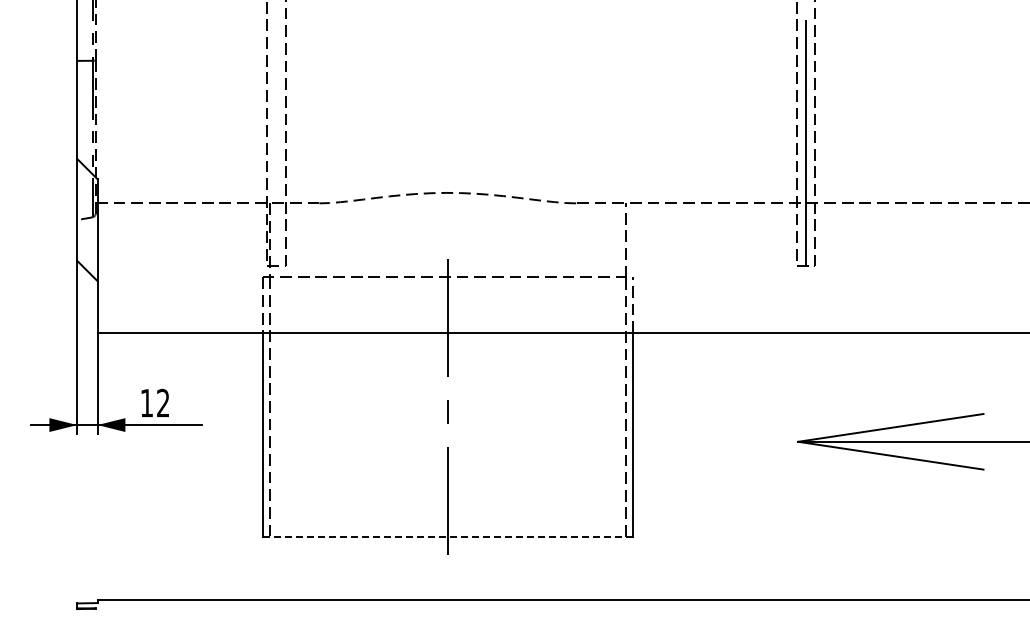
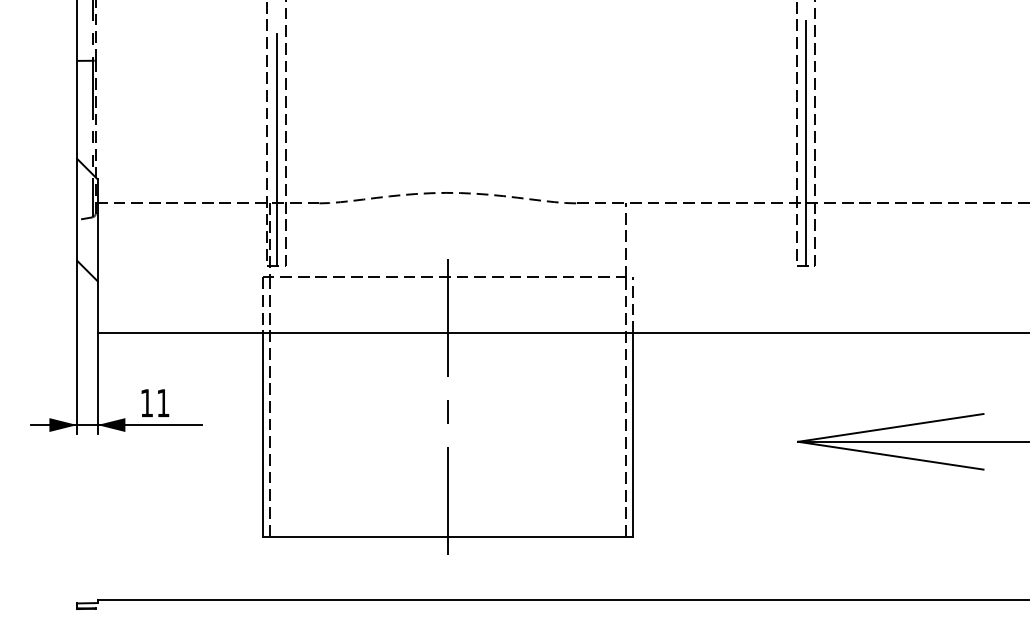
line at (276, 149): none -> present
text at (163, 402): 12 -> 11
line at (448, 536): dashed -> solid
